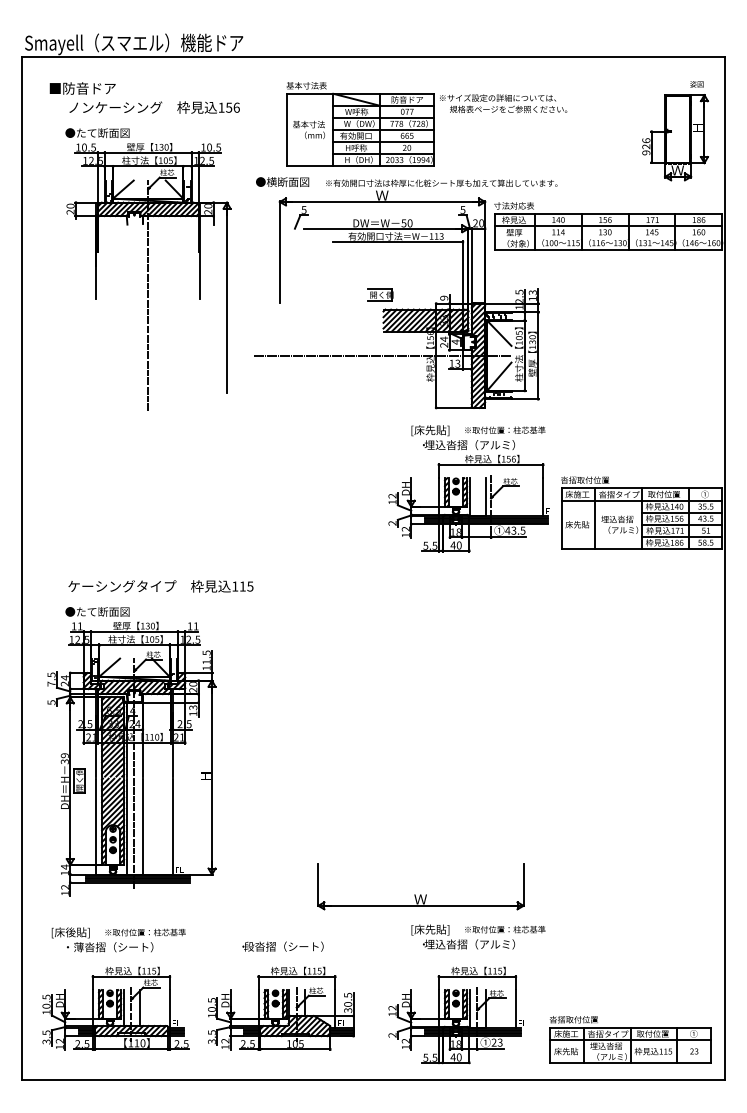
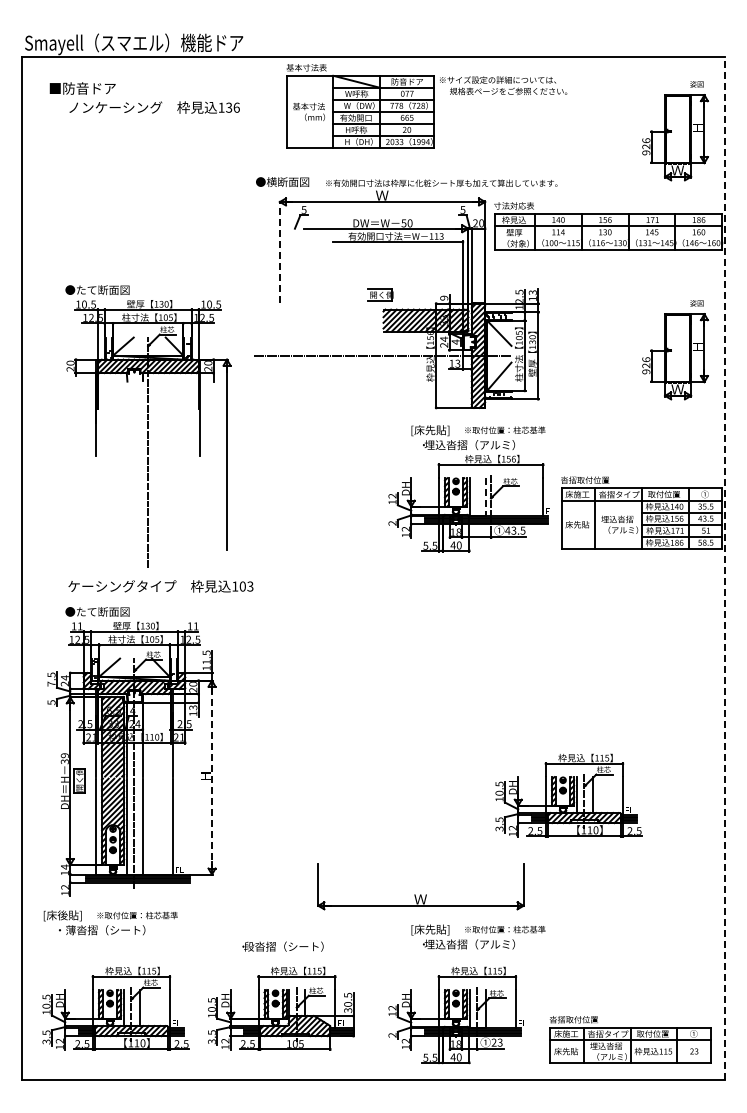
text at (229, 106): 156 -> 136
part at (426, 124) position: (426, 124) -> (426, 106)
line at (279, 252): solid -> dashed
part at (148, 269) position: (148, 269) -> (148, 426)
part at (675, 350): none -> present
line at (485, 497): solid -> dashed
line at (724, 567): solid -> dashed
text at (246, 586): 115 -> 103
line at (212, 777): solid -> dashed
part at (568, 795): none -> present
text at (118, 939) position: (118, 939) -> (110, 922)
